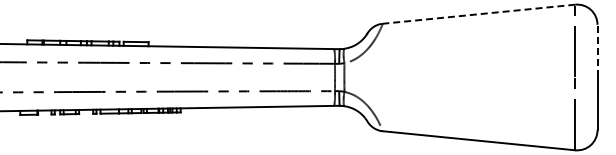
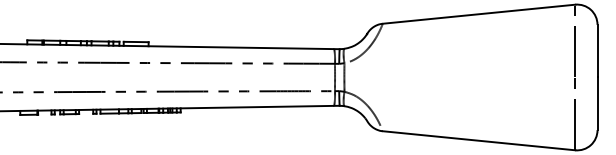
line at (479, 14): dashed -> solid
line at (597, 50): dashed -> solid
